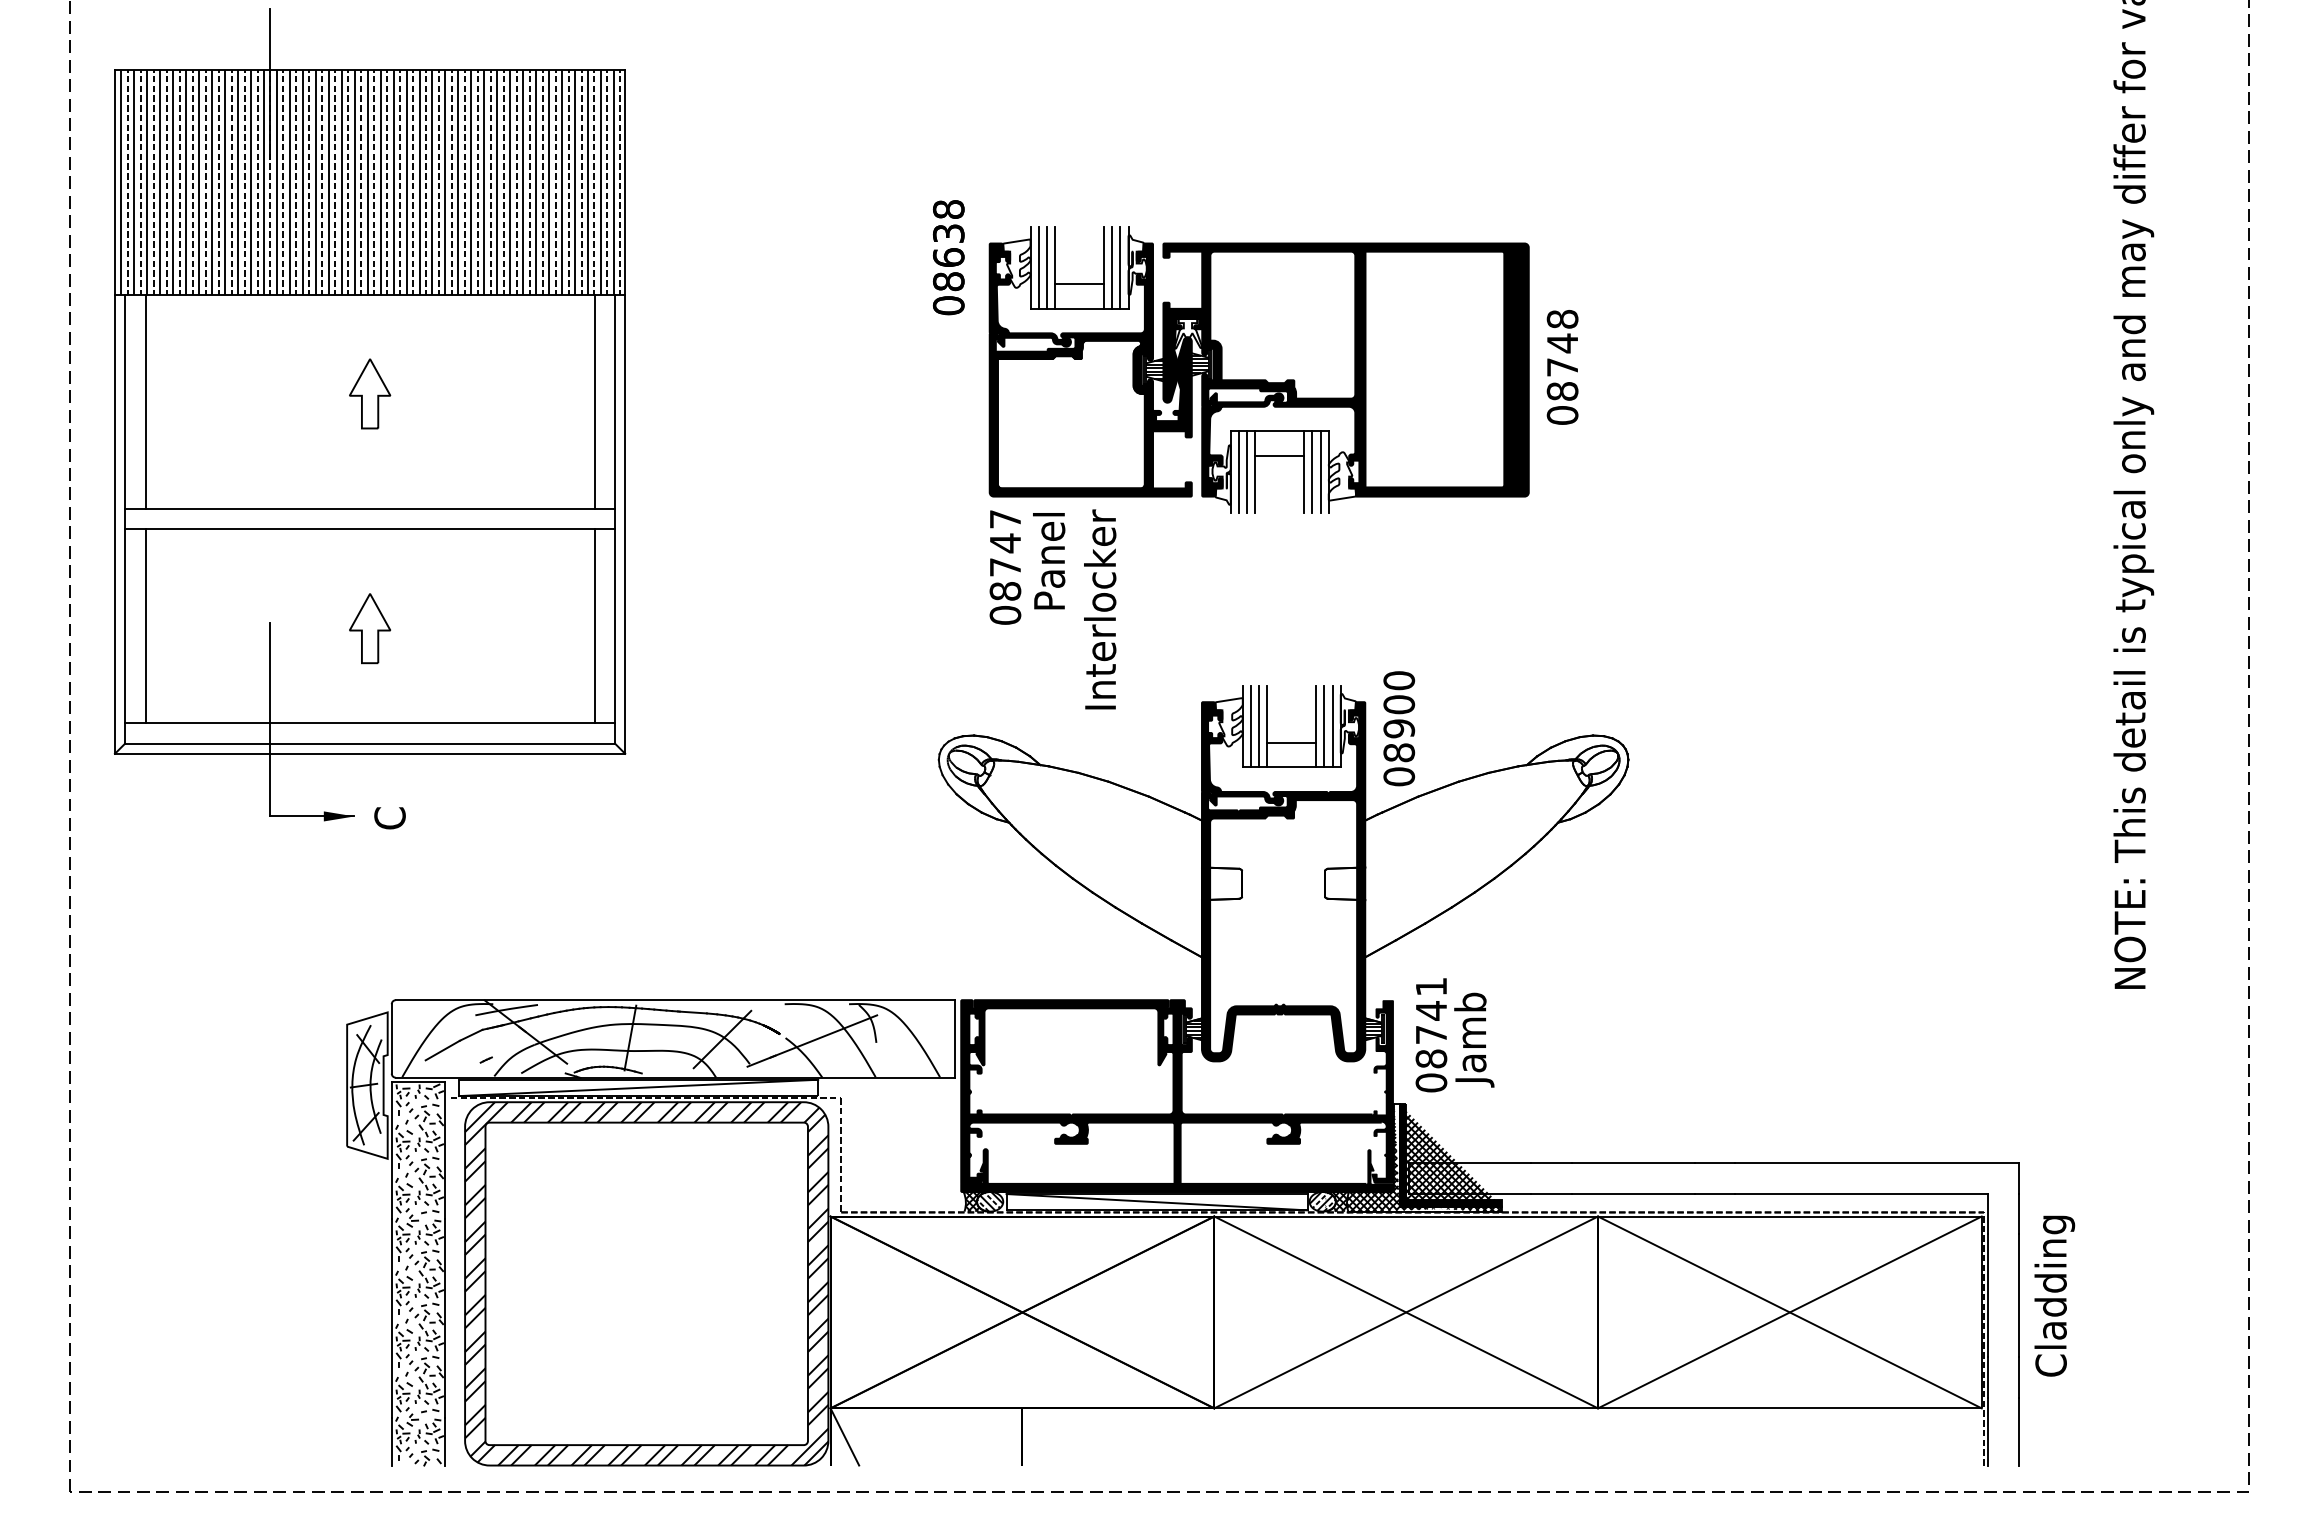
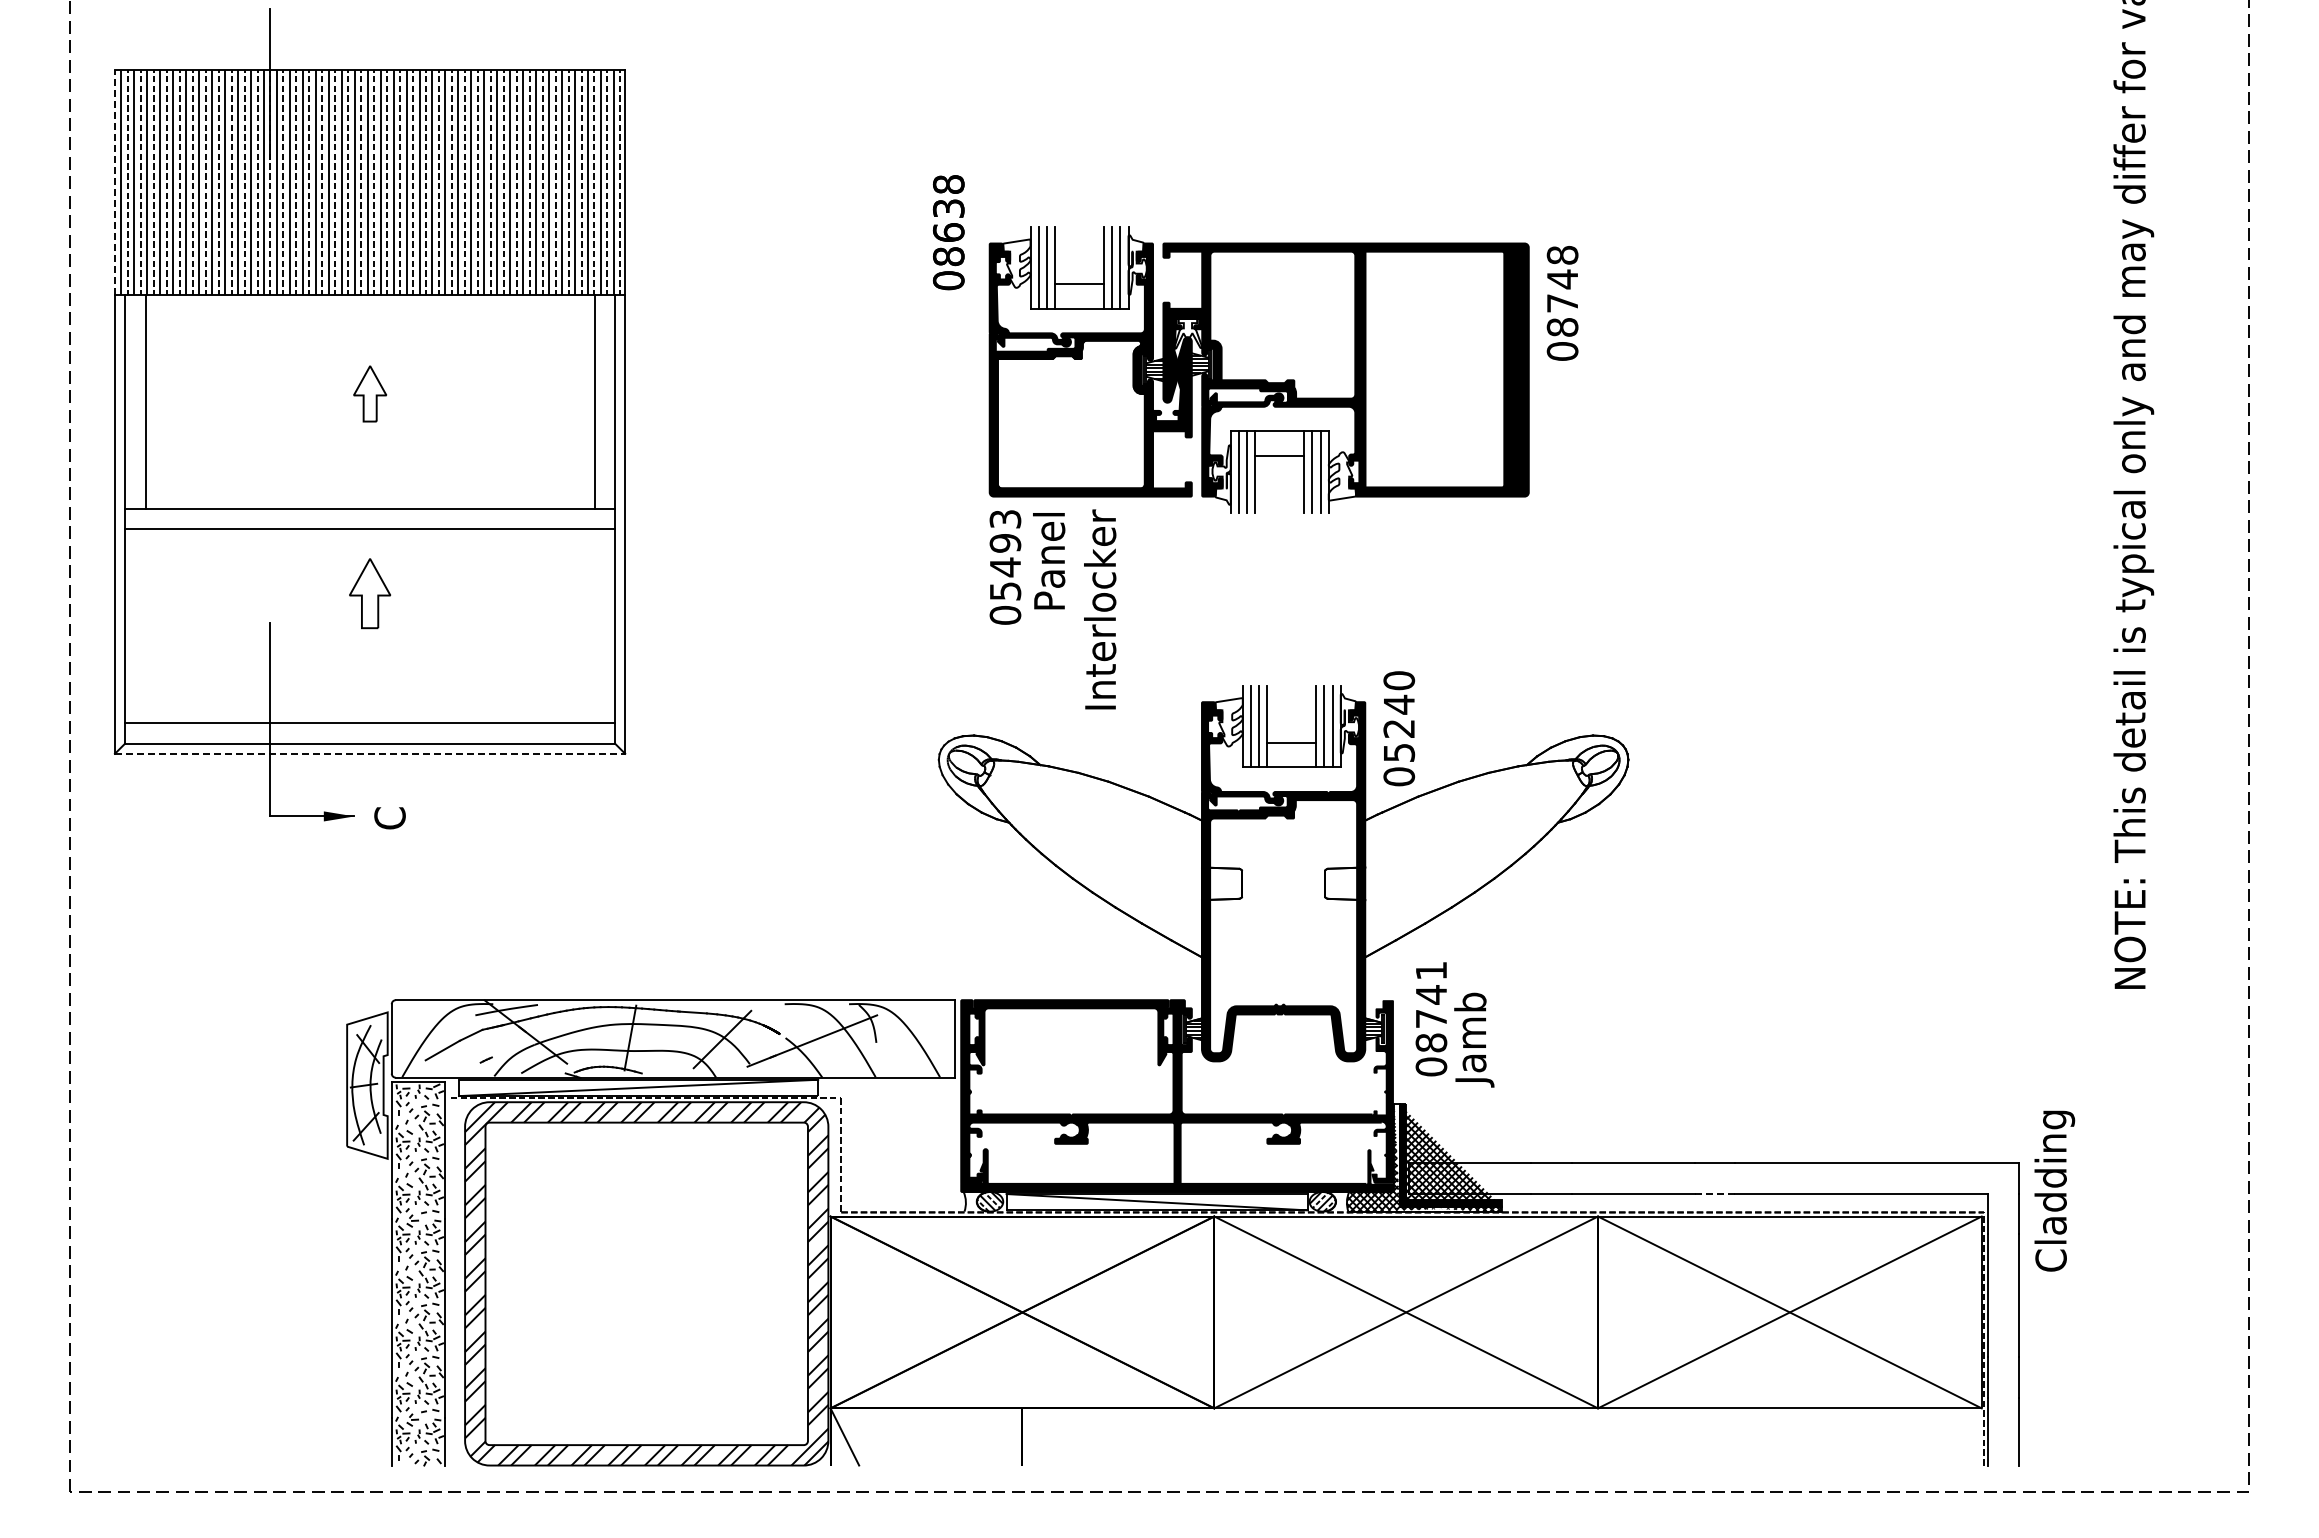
line at (114, 181): solid -> dashed
text at (948, 257) position: (948, 257) -> (948, 232)
text at (1562, 367) position: (1562, 367) -> (1562, 303)
part at (370, 393) size: 43x72 px -> 34x58 px
text at (1005, 555): 08747 -> 05493
line at (145, 626): present -> none
line at (594, 626): present -> none
part at (370, 628) position: (370, 628) -> (370, 593)
text at (1399, 728): 08900 -> 05240
line at (370, 753): solid -> dashed
text at (1431, 1035) position: (1431, 1035) -> (1431, 1019)
line at (1715, 1193): solid -> dashed
hatch at (974, 1201): present -> none
hatch at (1336, 1201): present -> none
text at (2054, 1295) position: (2054, 1295) -> (2054, 1190)
